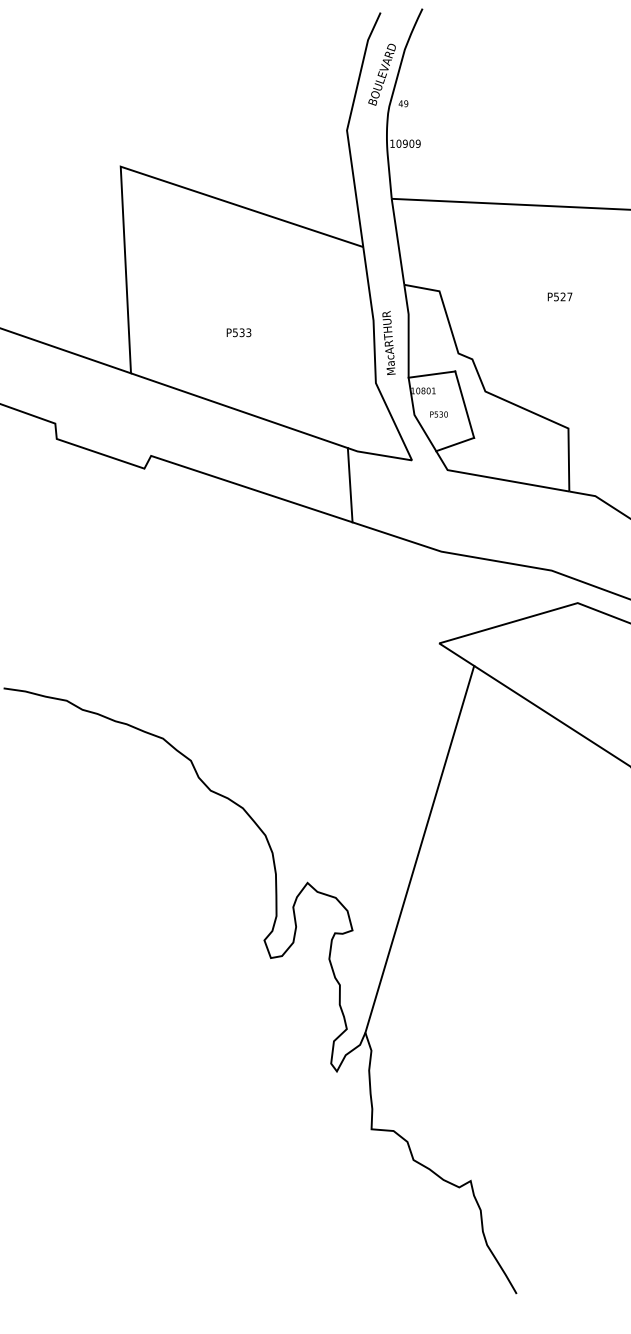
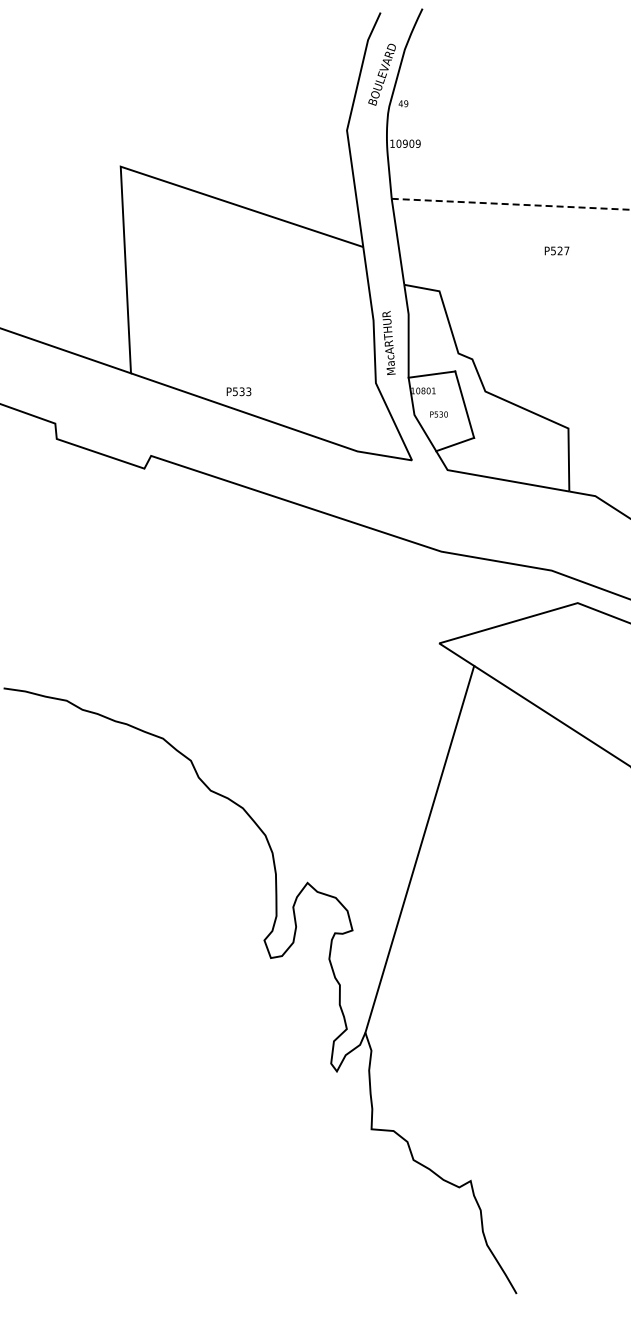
line at (511, 204): solid -> dashed
text at (559, 296) position: (559, 296) -> (556, 250)
text at (238, 332) position: (238, 332) -> (238, 391)
line at (349, 485): present -> none
